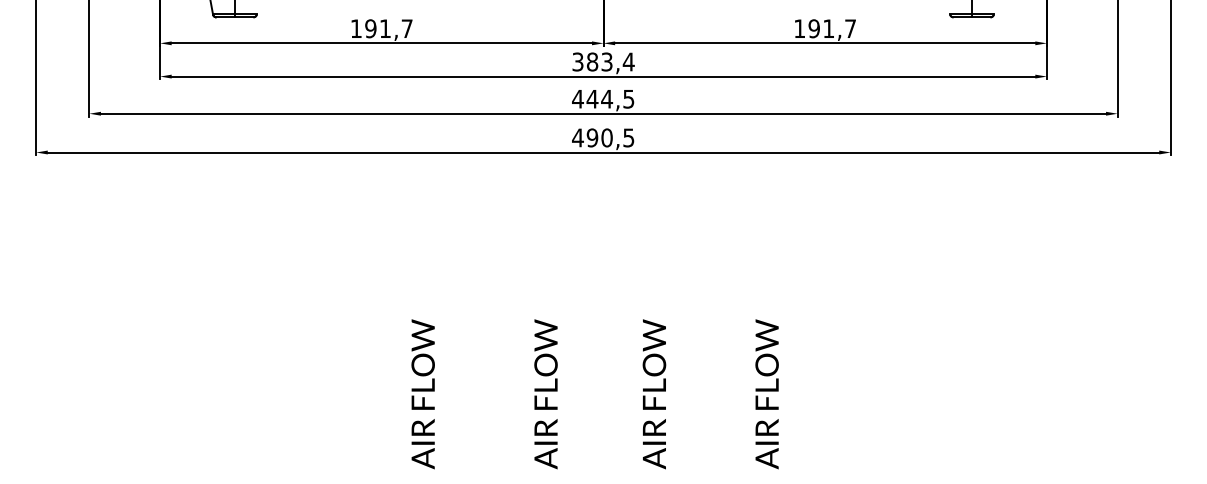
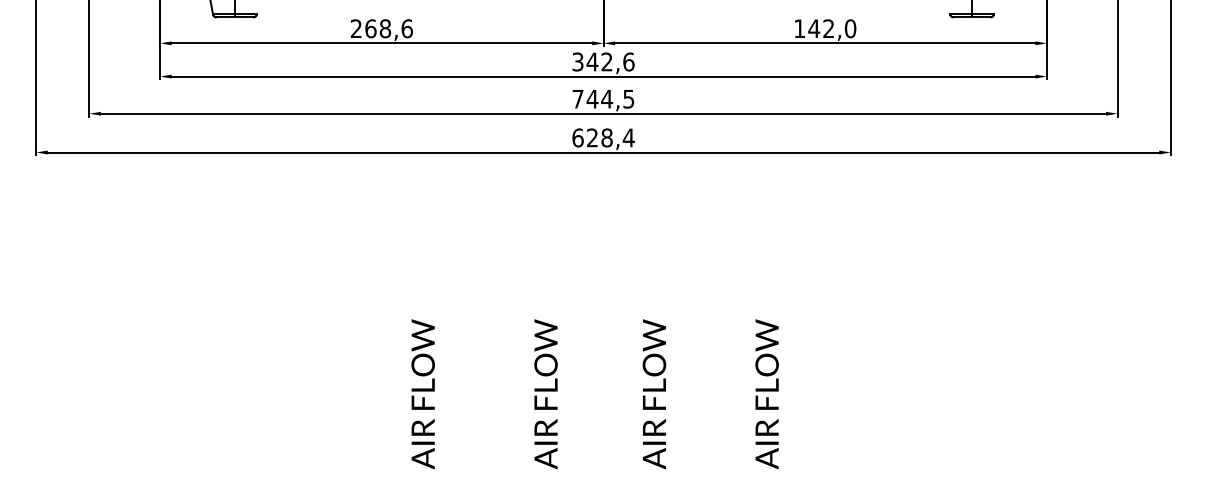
text at (381, 28): 191,7 -> 268,6
text at (832, 28): 191,7 -> 142,0
text at (610, 61): 383,4 -> 342,6
text at (577, 99): 444,5 -> 744,5
text at (603, 137): 490,5 -> 628,4
